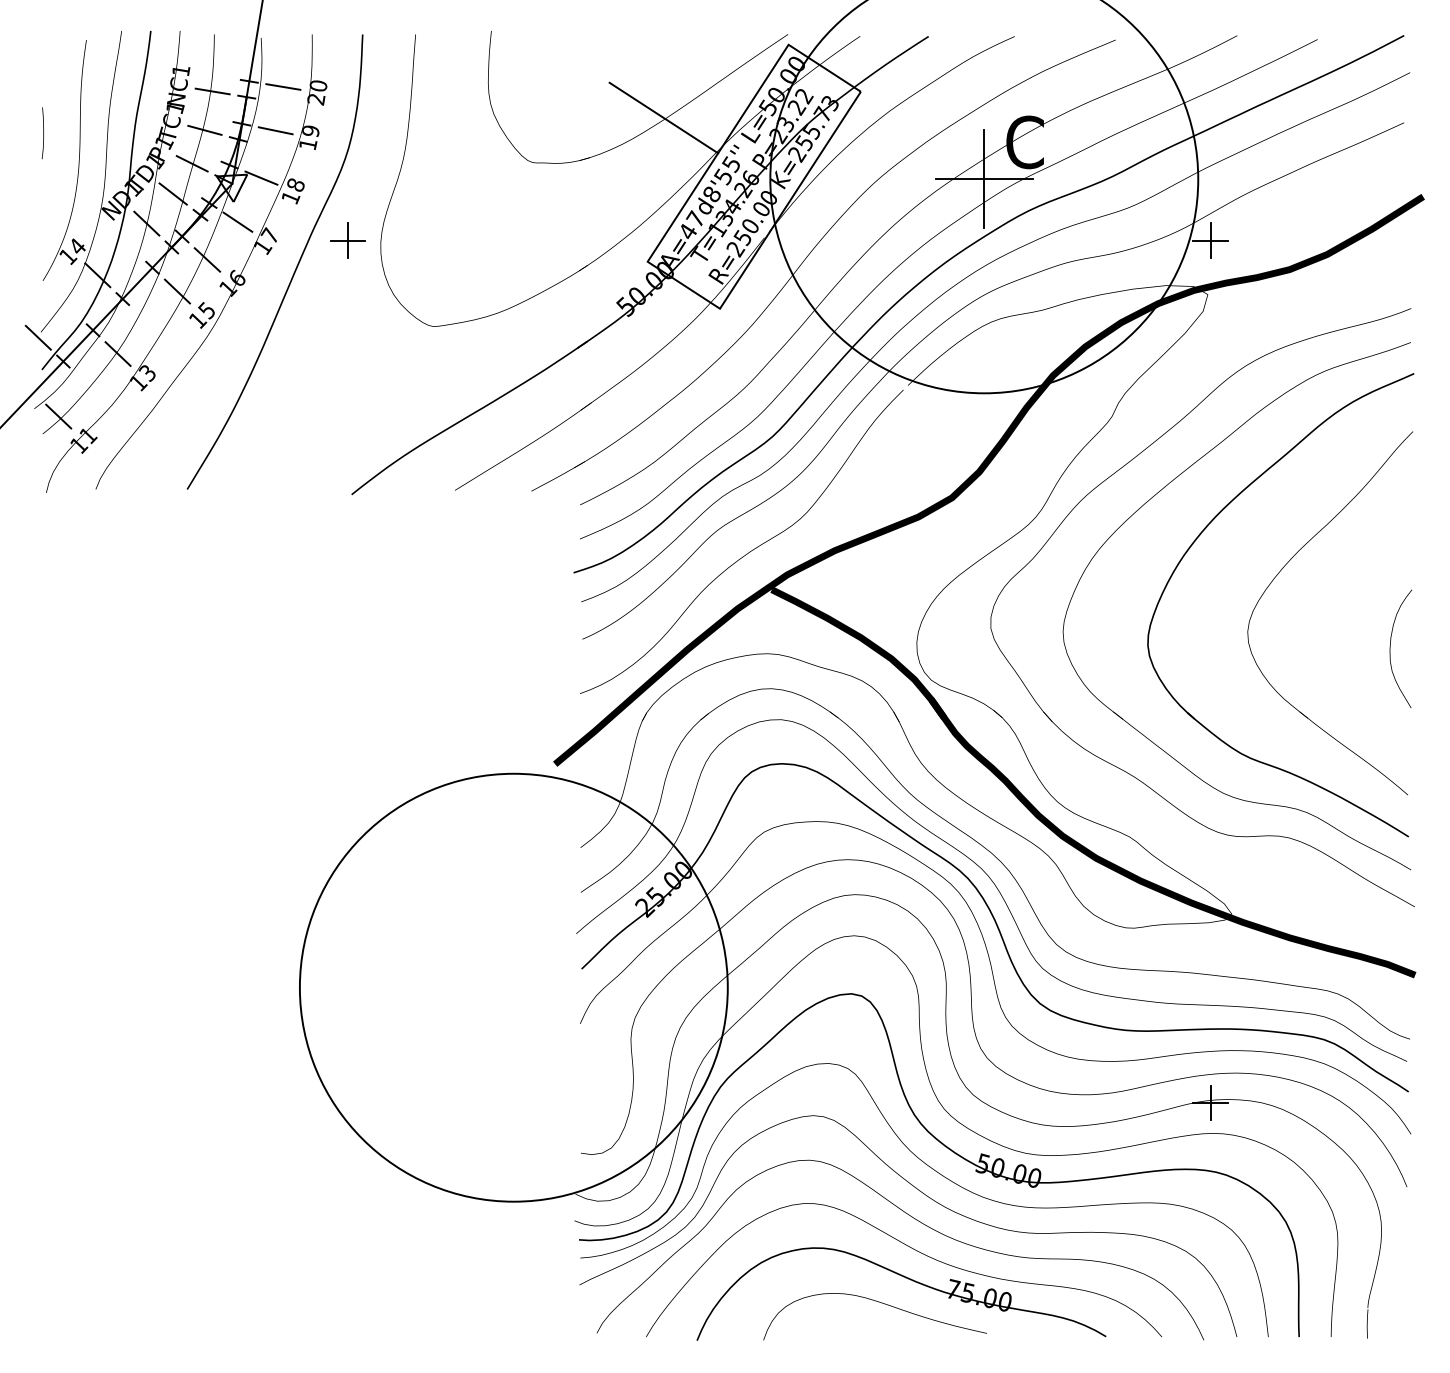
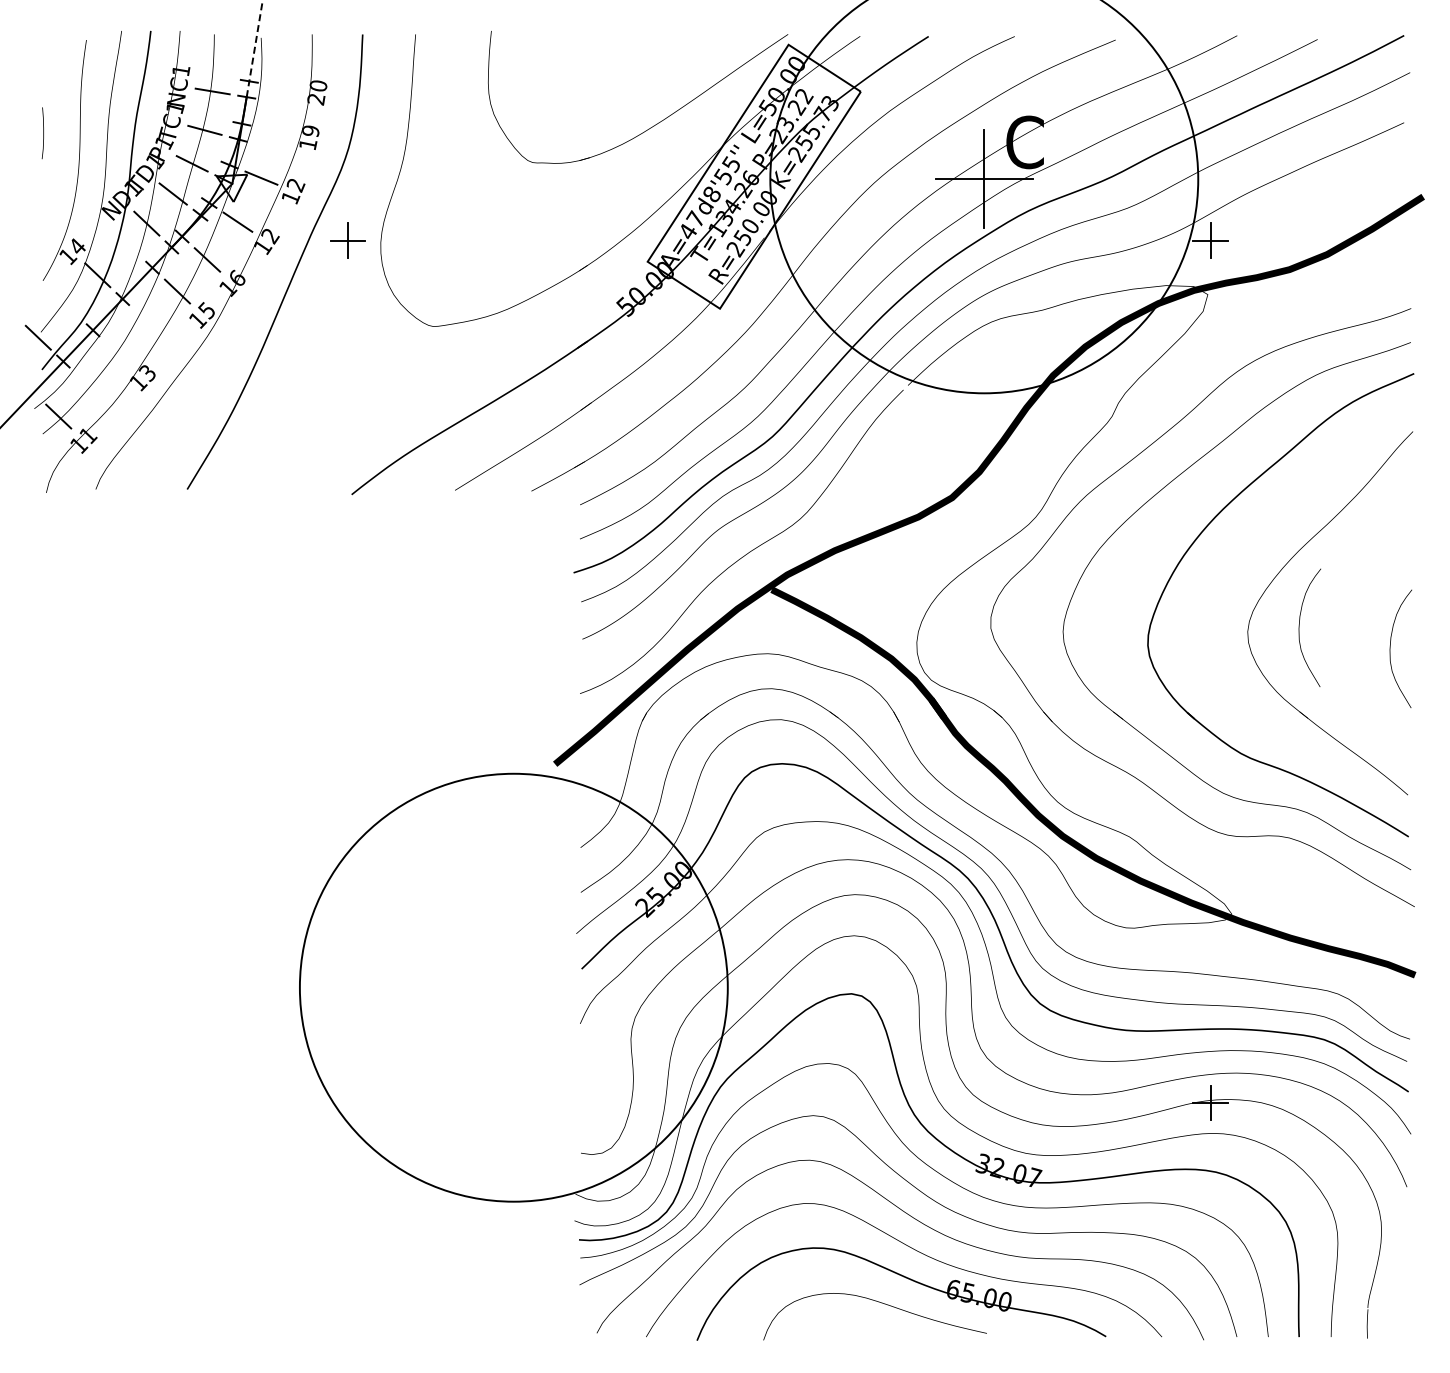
line at (254, 48): solid -> dashed
line at (283, 86): present -> none
line at (663, 117): present -> none
line at (275, 130): present -> none
text at (295, 185): 18 -> 12
text at (269, 235): 17 -> 12
line at (117, 353): present -> none
curve at (1299, 627): none -> present
text at (1010, 1170): 50.00 -> 32.07
text at (953, 1289): 75.00 -> 65.00
